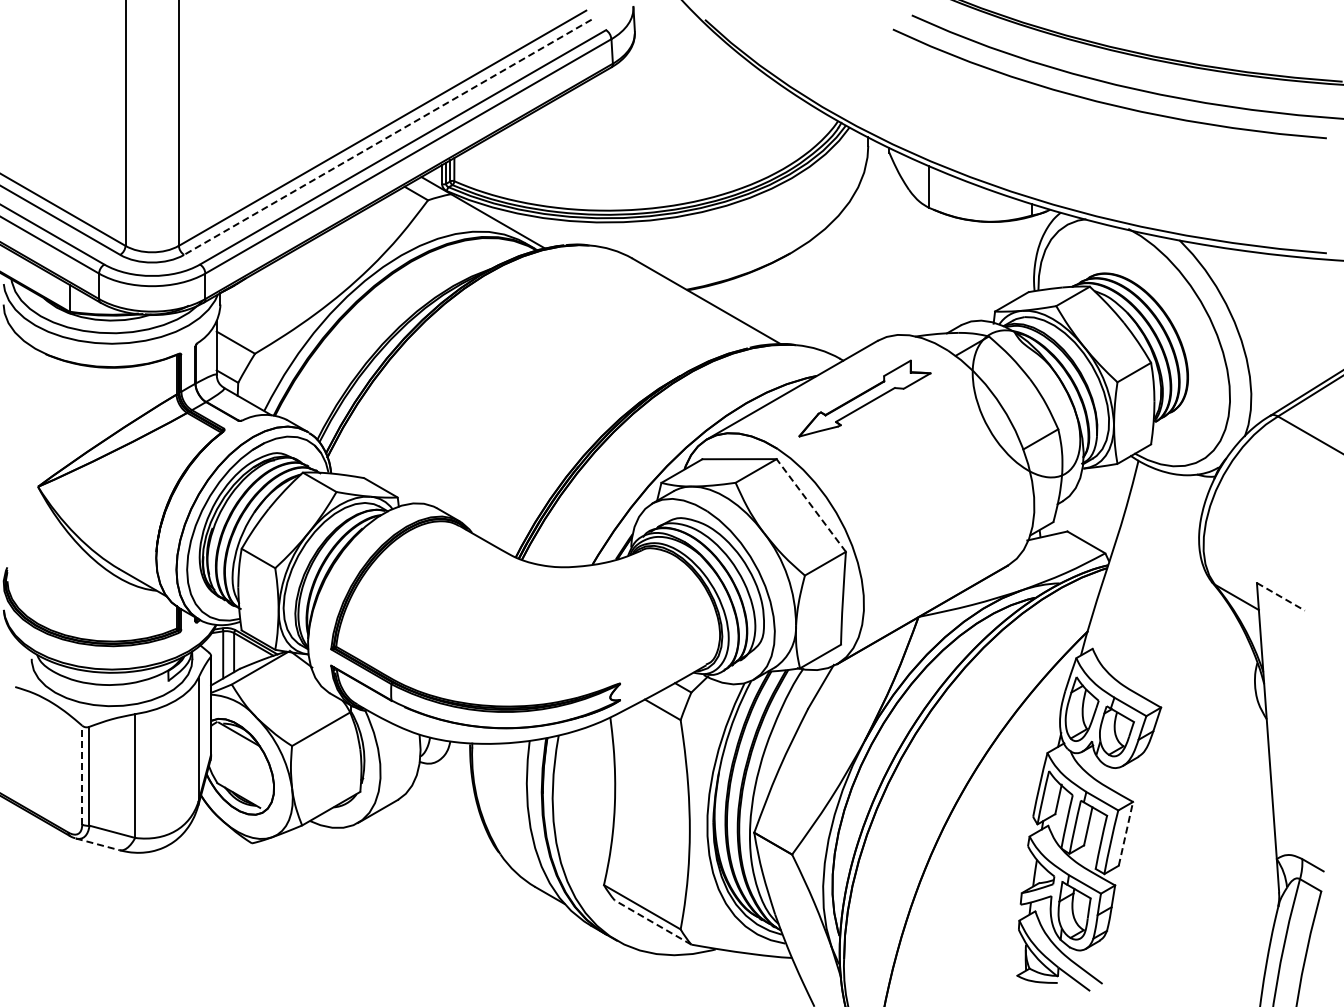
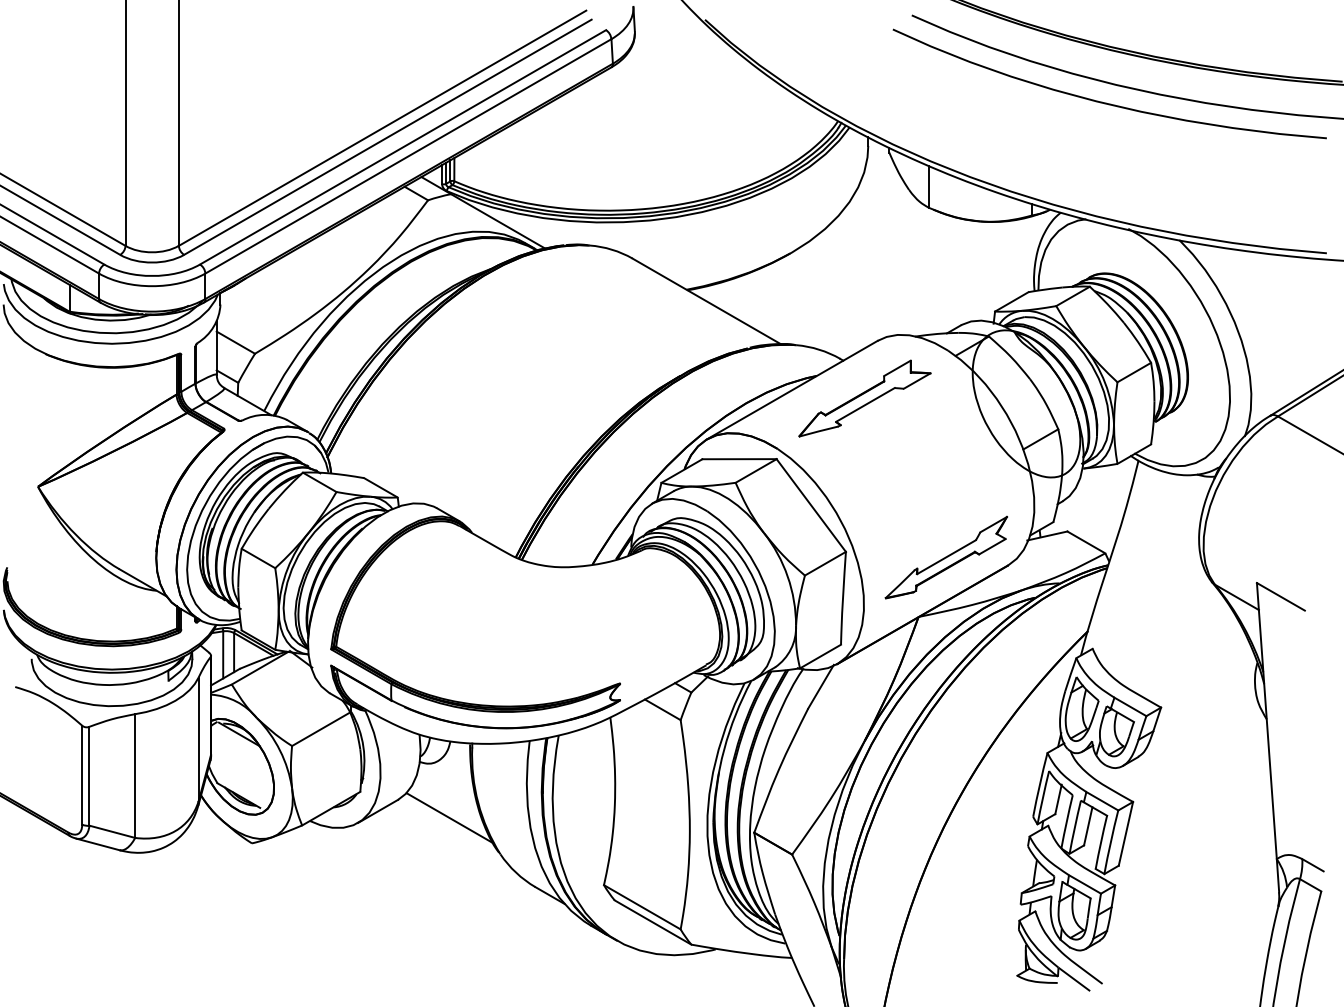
line at (387, 137): dashed -> solid
line at (811, 505): dashed -> solid
part at (945, 557): none -> present
line at (1280, 596): dashed -> solid
line at (82, 774): dashed -> solid
line at (449, 818): none -> present
line at (1125, 833): dashed -> solid
line at (97, 844): dashed -> solid
line at (652, 922): dashed -> solid
